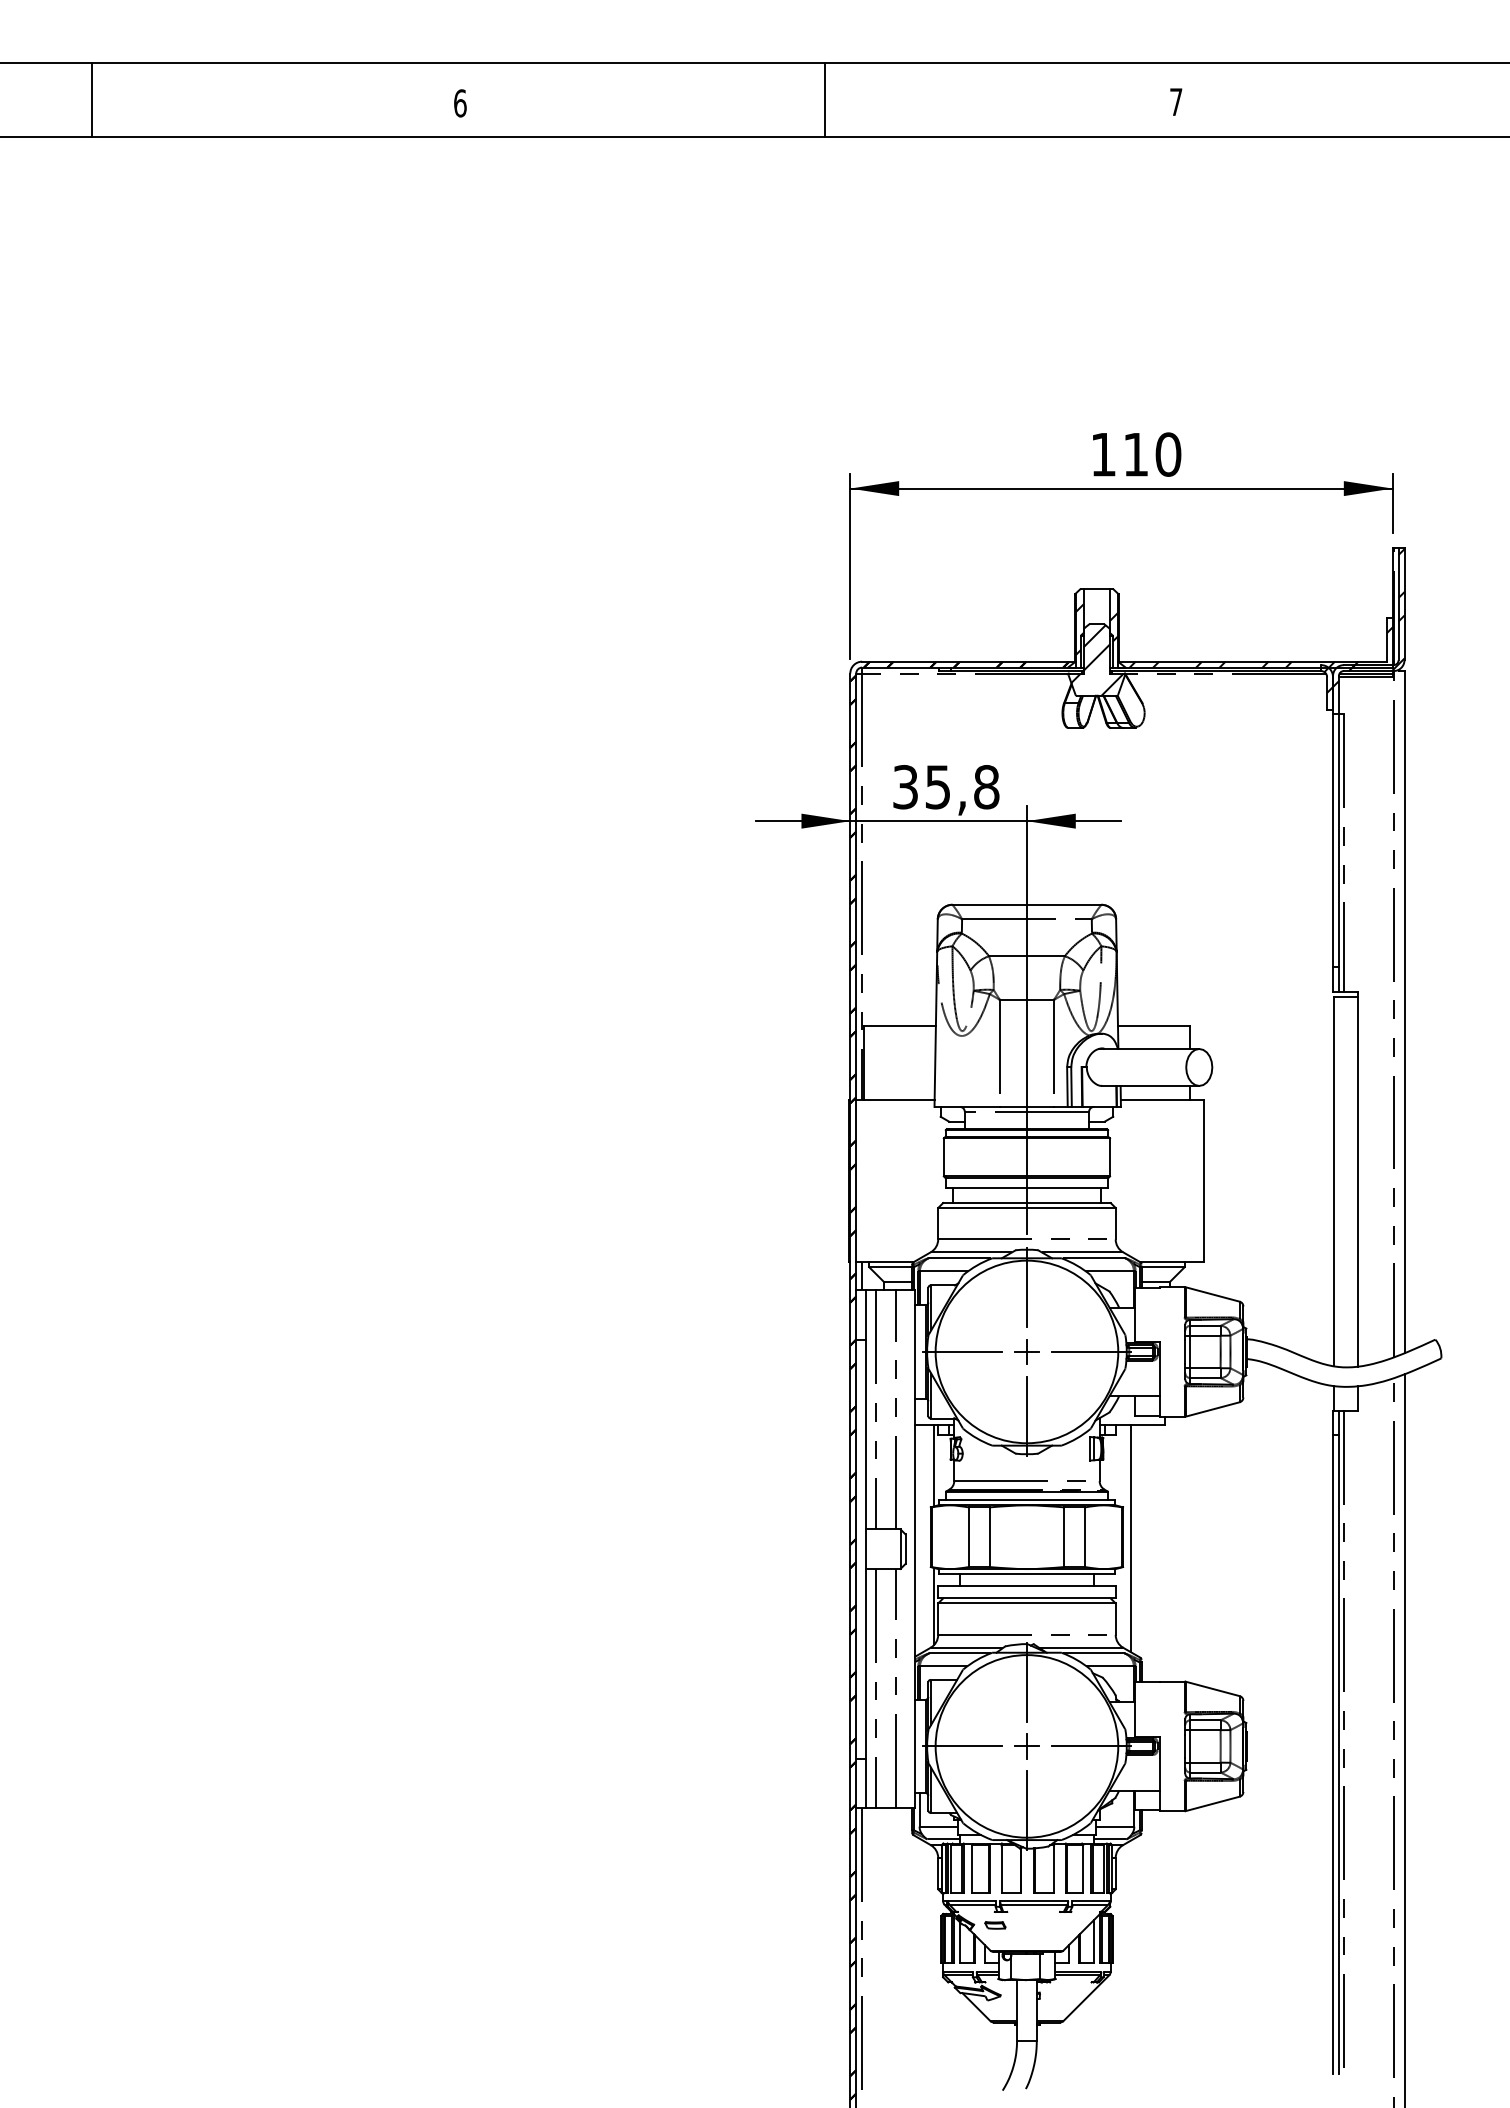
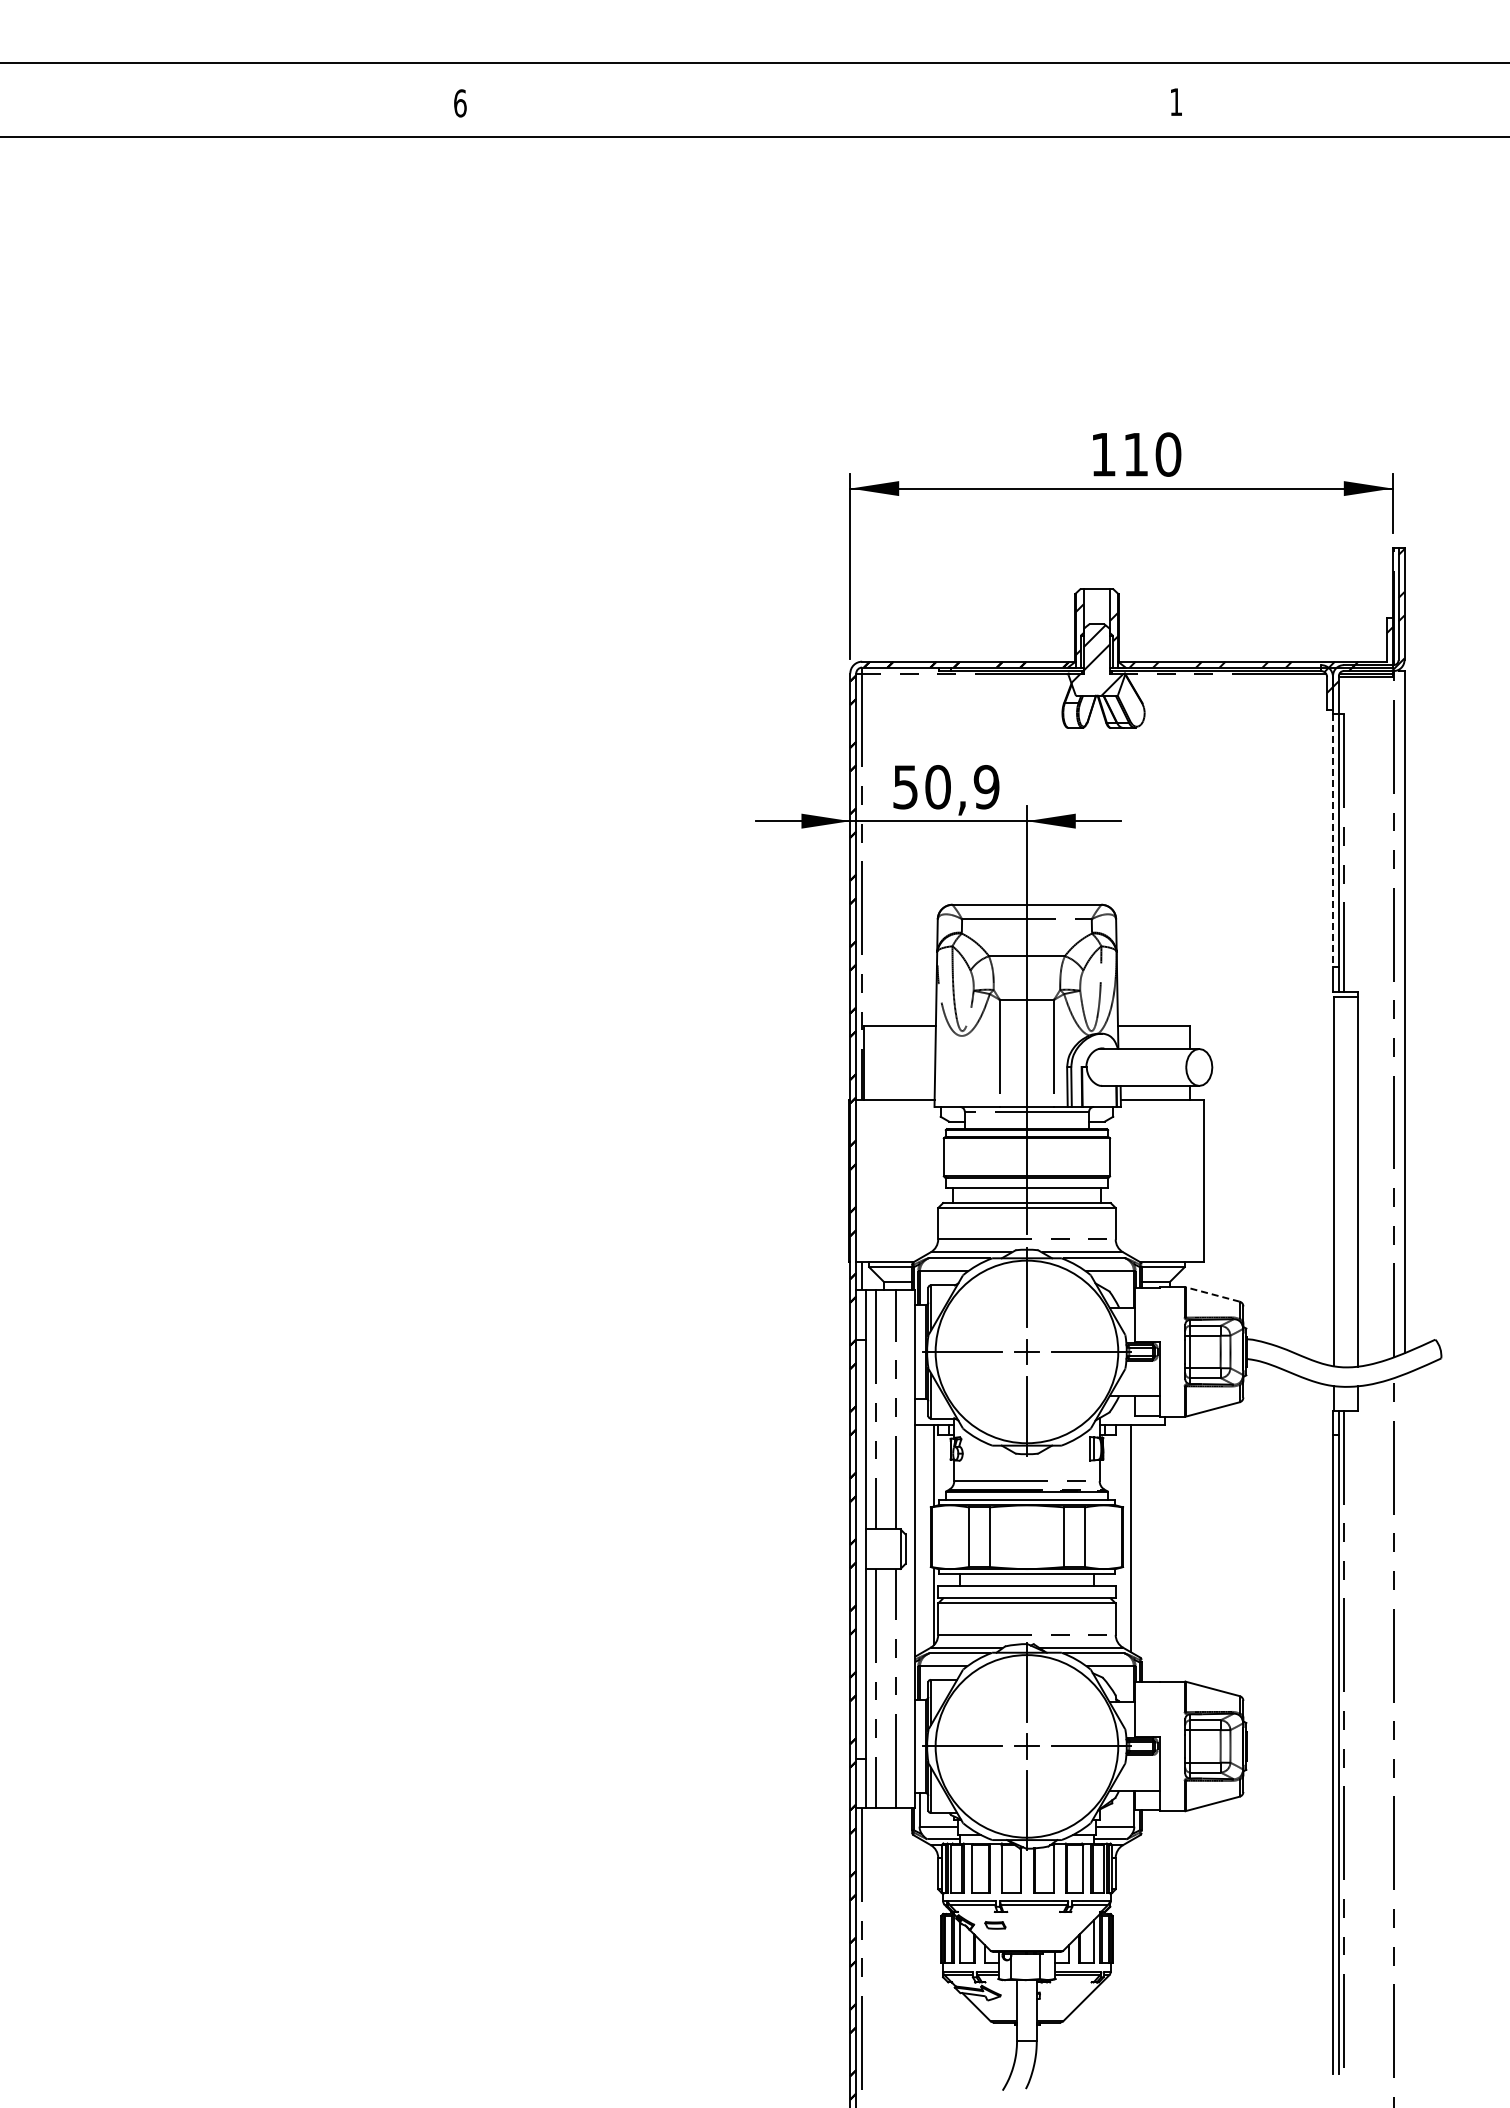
line at (91, 99): present -> none
line at (825, 99): present -> none
text at (1176, 101): 7 -> 1
text at (946, 787): 35,8 -> 50,9
line at (1333, 841): solid -> dashed
line at (1212, 1294): solid -> dashed
line at (1404, 1739): present -> none
